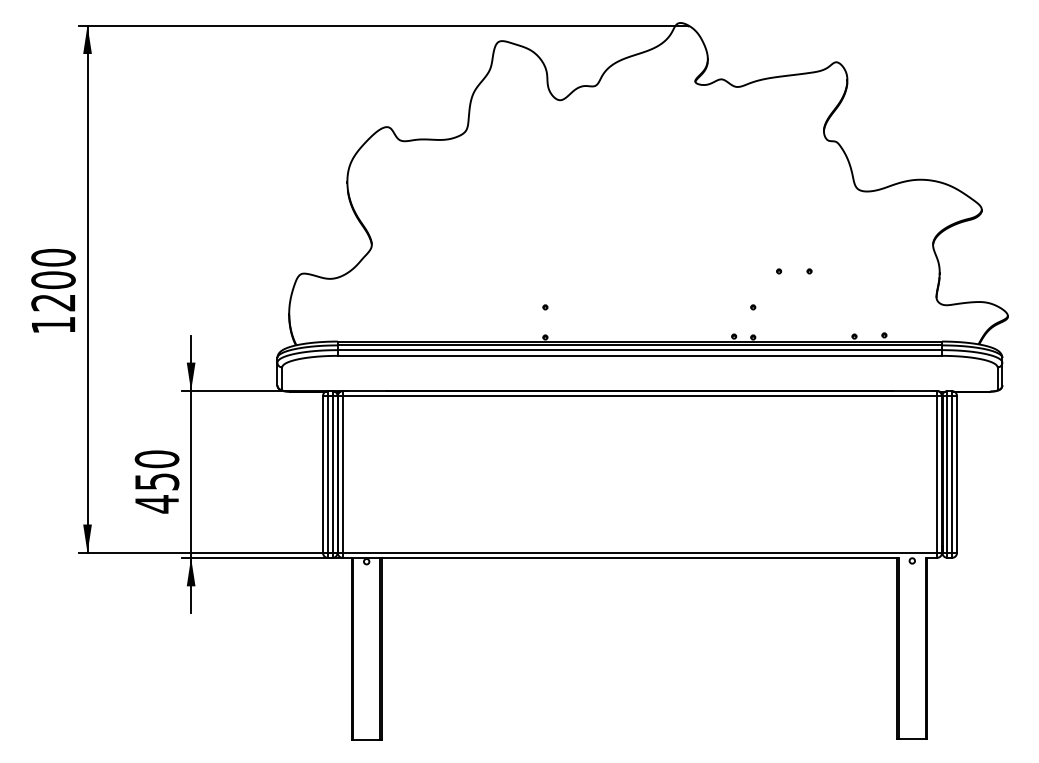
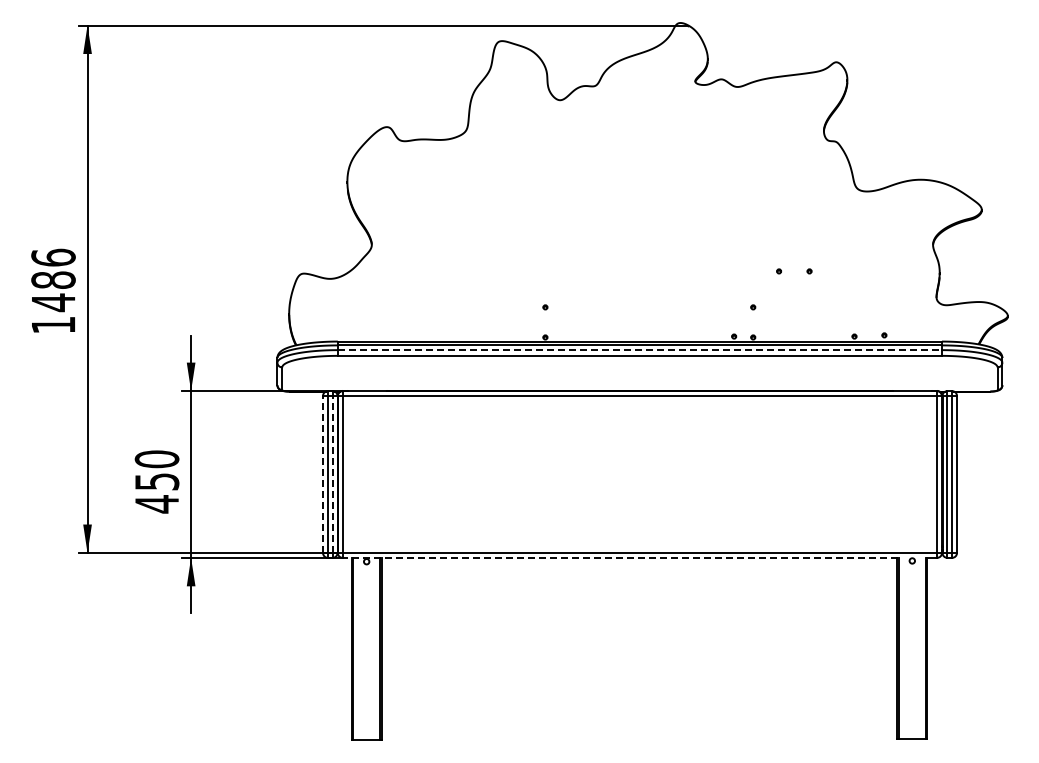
text at (53, 280): 1200 -> 1486
line at (640, 350): solid -> dashed
line at (323, 474): solid -> dashed
line at (332, 474): solid -> dashed
line at (620, 557): solid -> dashed
